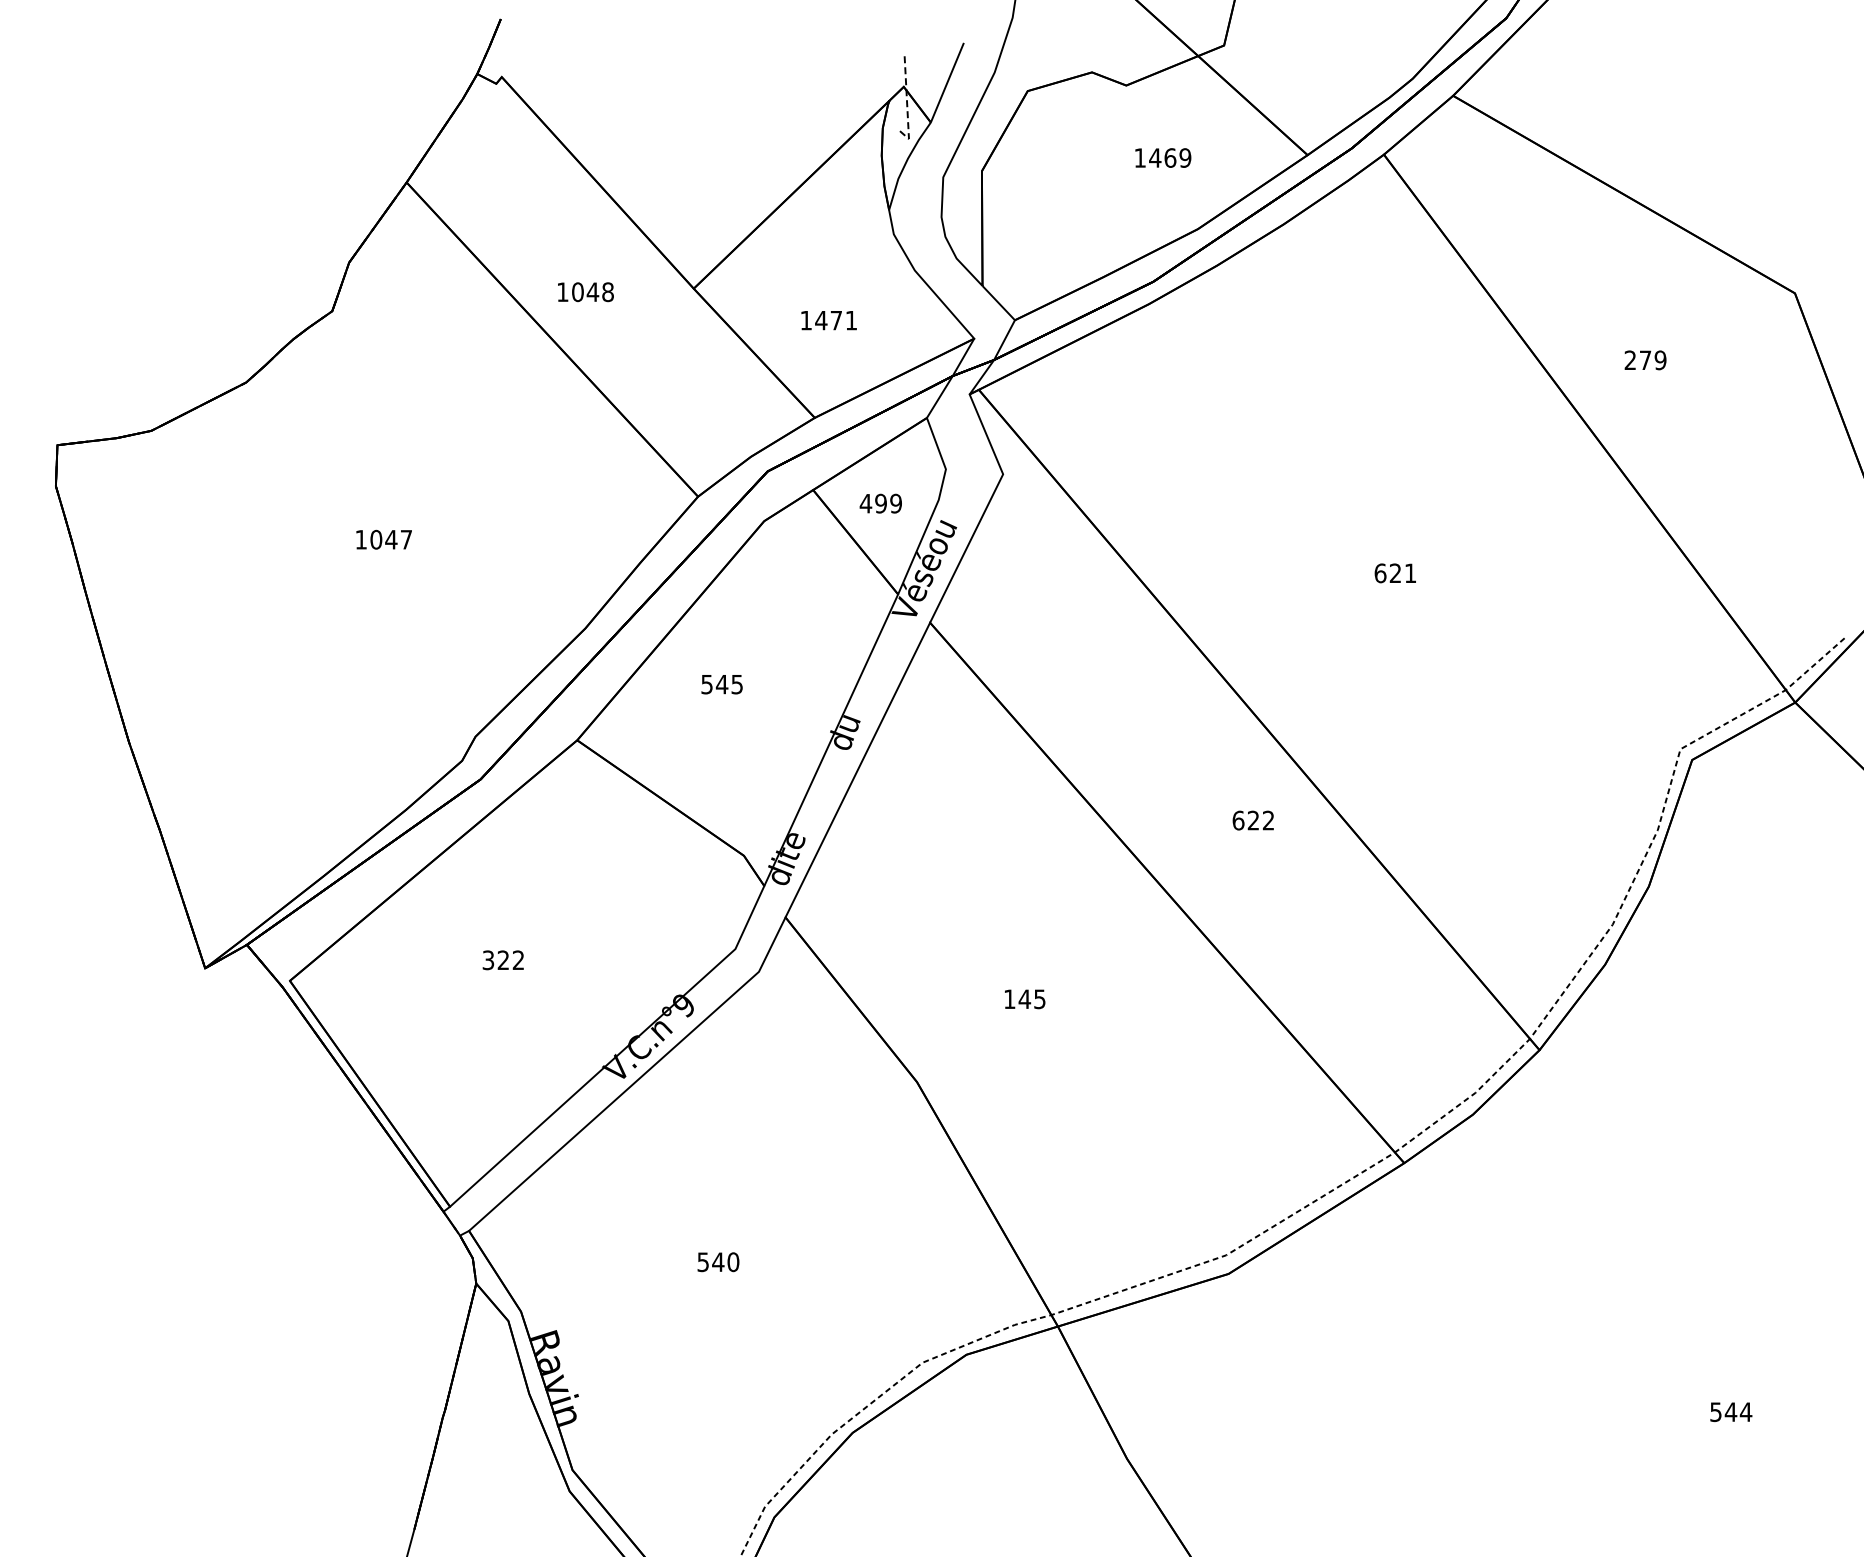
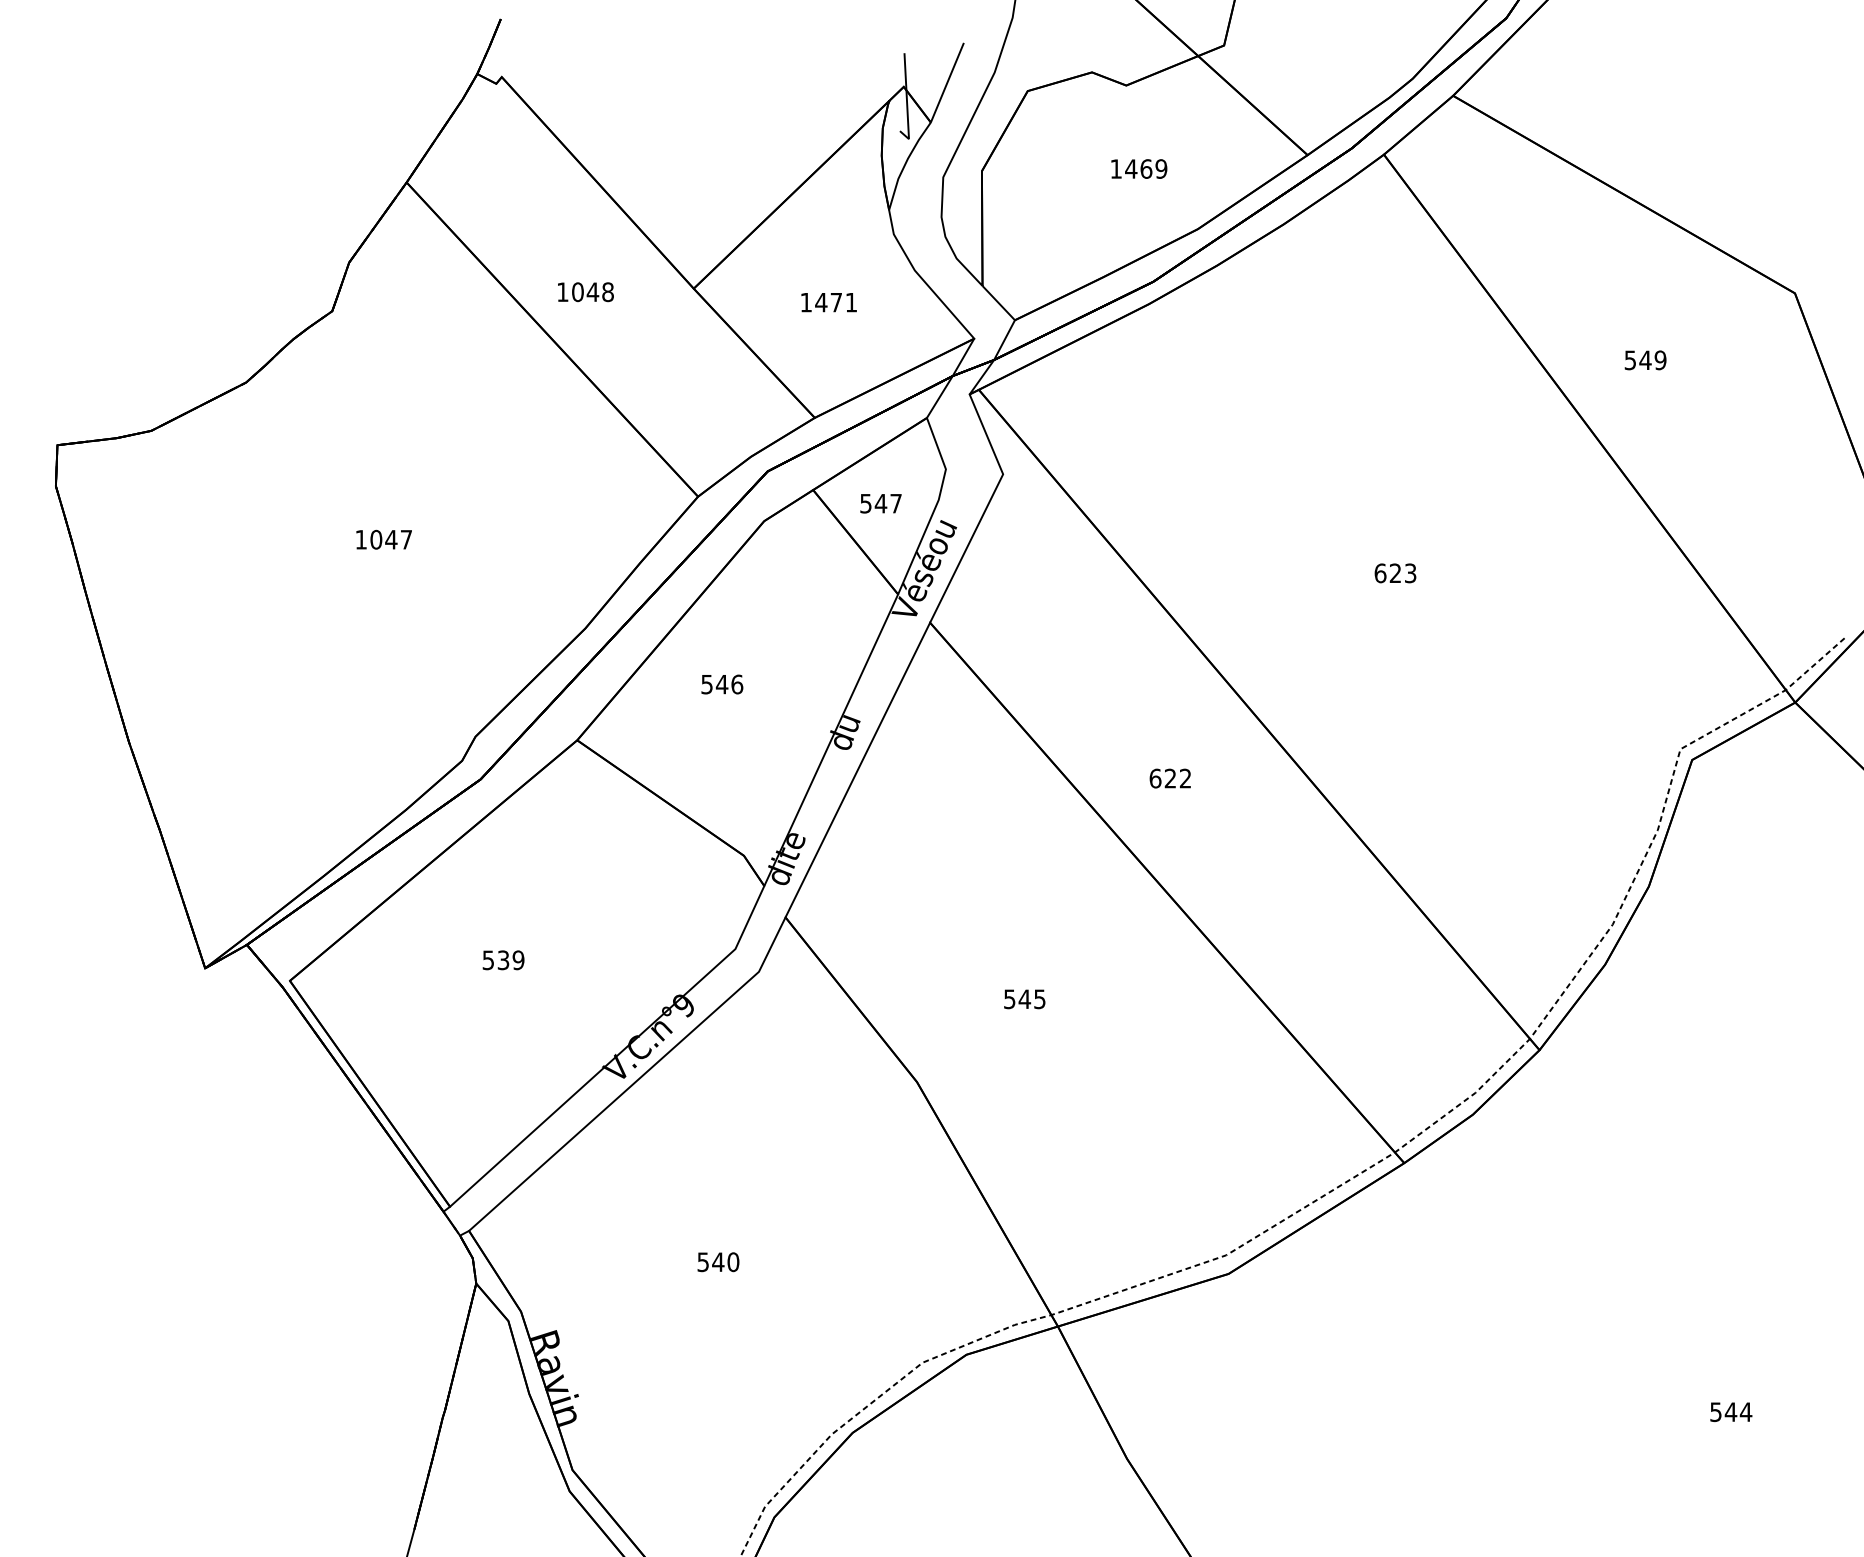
line at (907, 102): dashed -> solid
text at (1163, 157) position: (1163, 157) -> (1139, 168)
text at (828, 320) position: (828, 320) -> (828, 302)
text at (1637, 360): 279 -> 549
text at (880, 503): 499 -> 547
text at (1410, 573): 621 -> 623
text at (737, 684): 545 -> 546
text at (1252, 820) position: (1252, 820) -> (1169, 778)
text at (503, 960): 322 -> 539
text at (1009, 999): 145 -> 545
